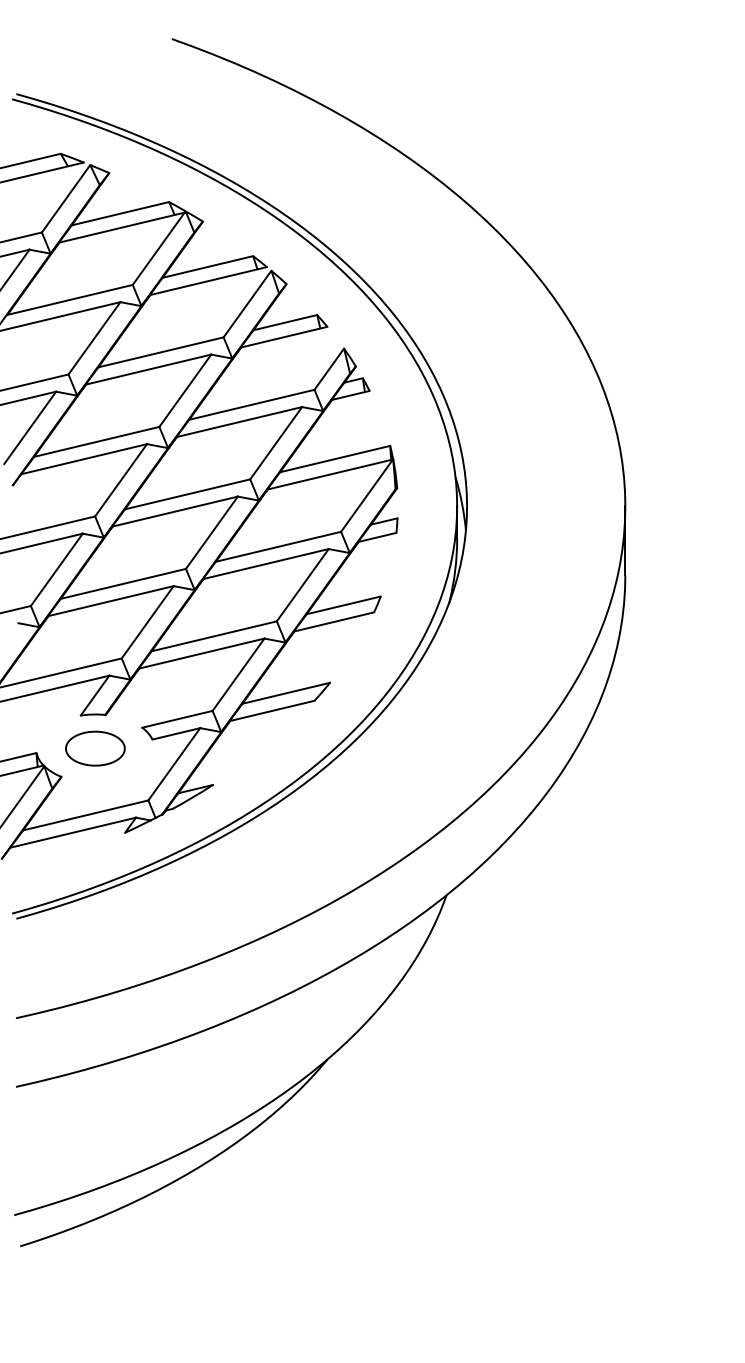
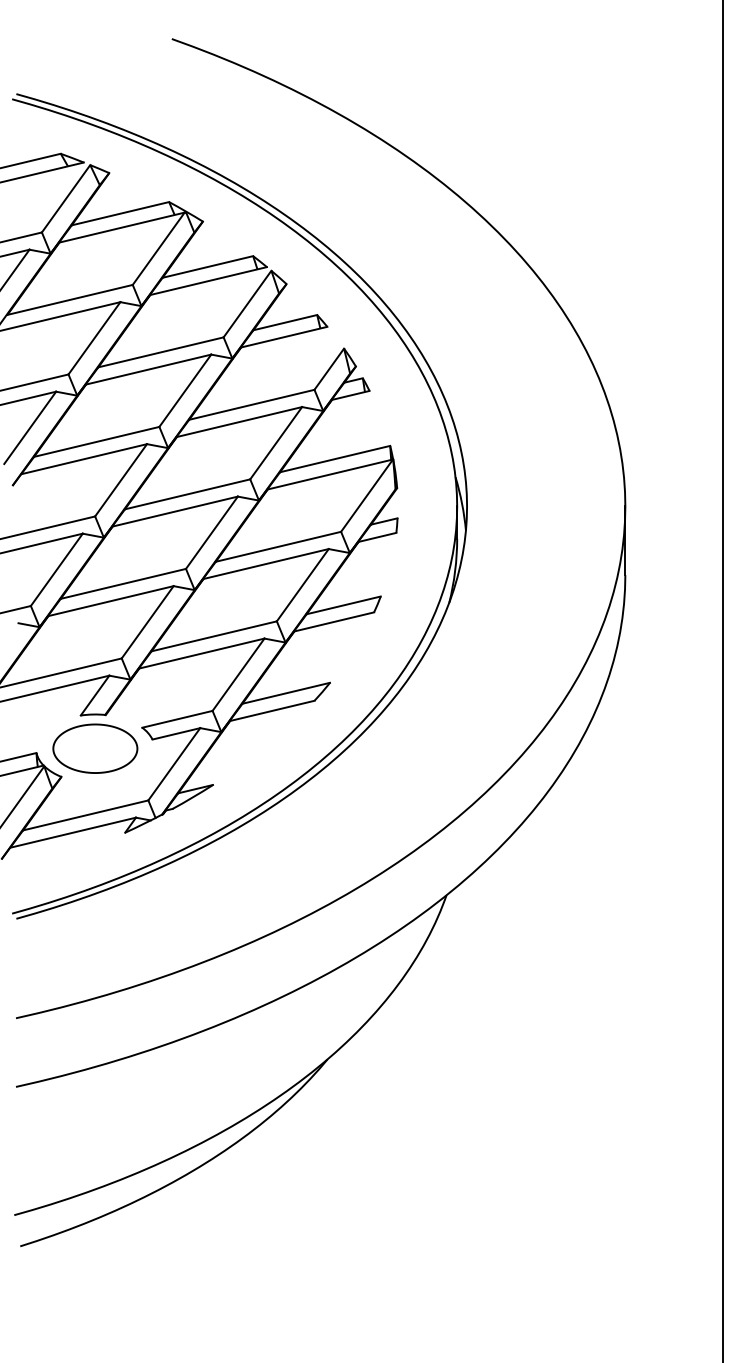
line at (722, 680): none -> present
part at (95, 748) size: 61x37 px -> 87x51 px
